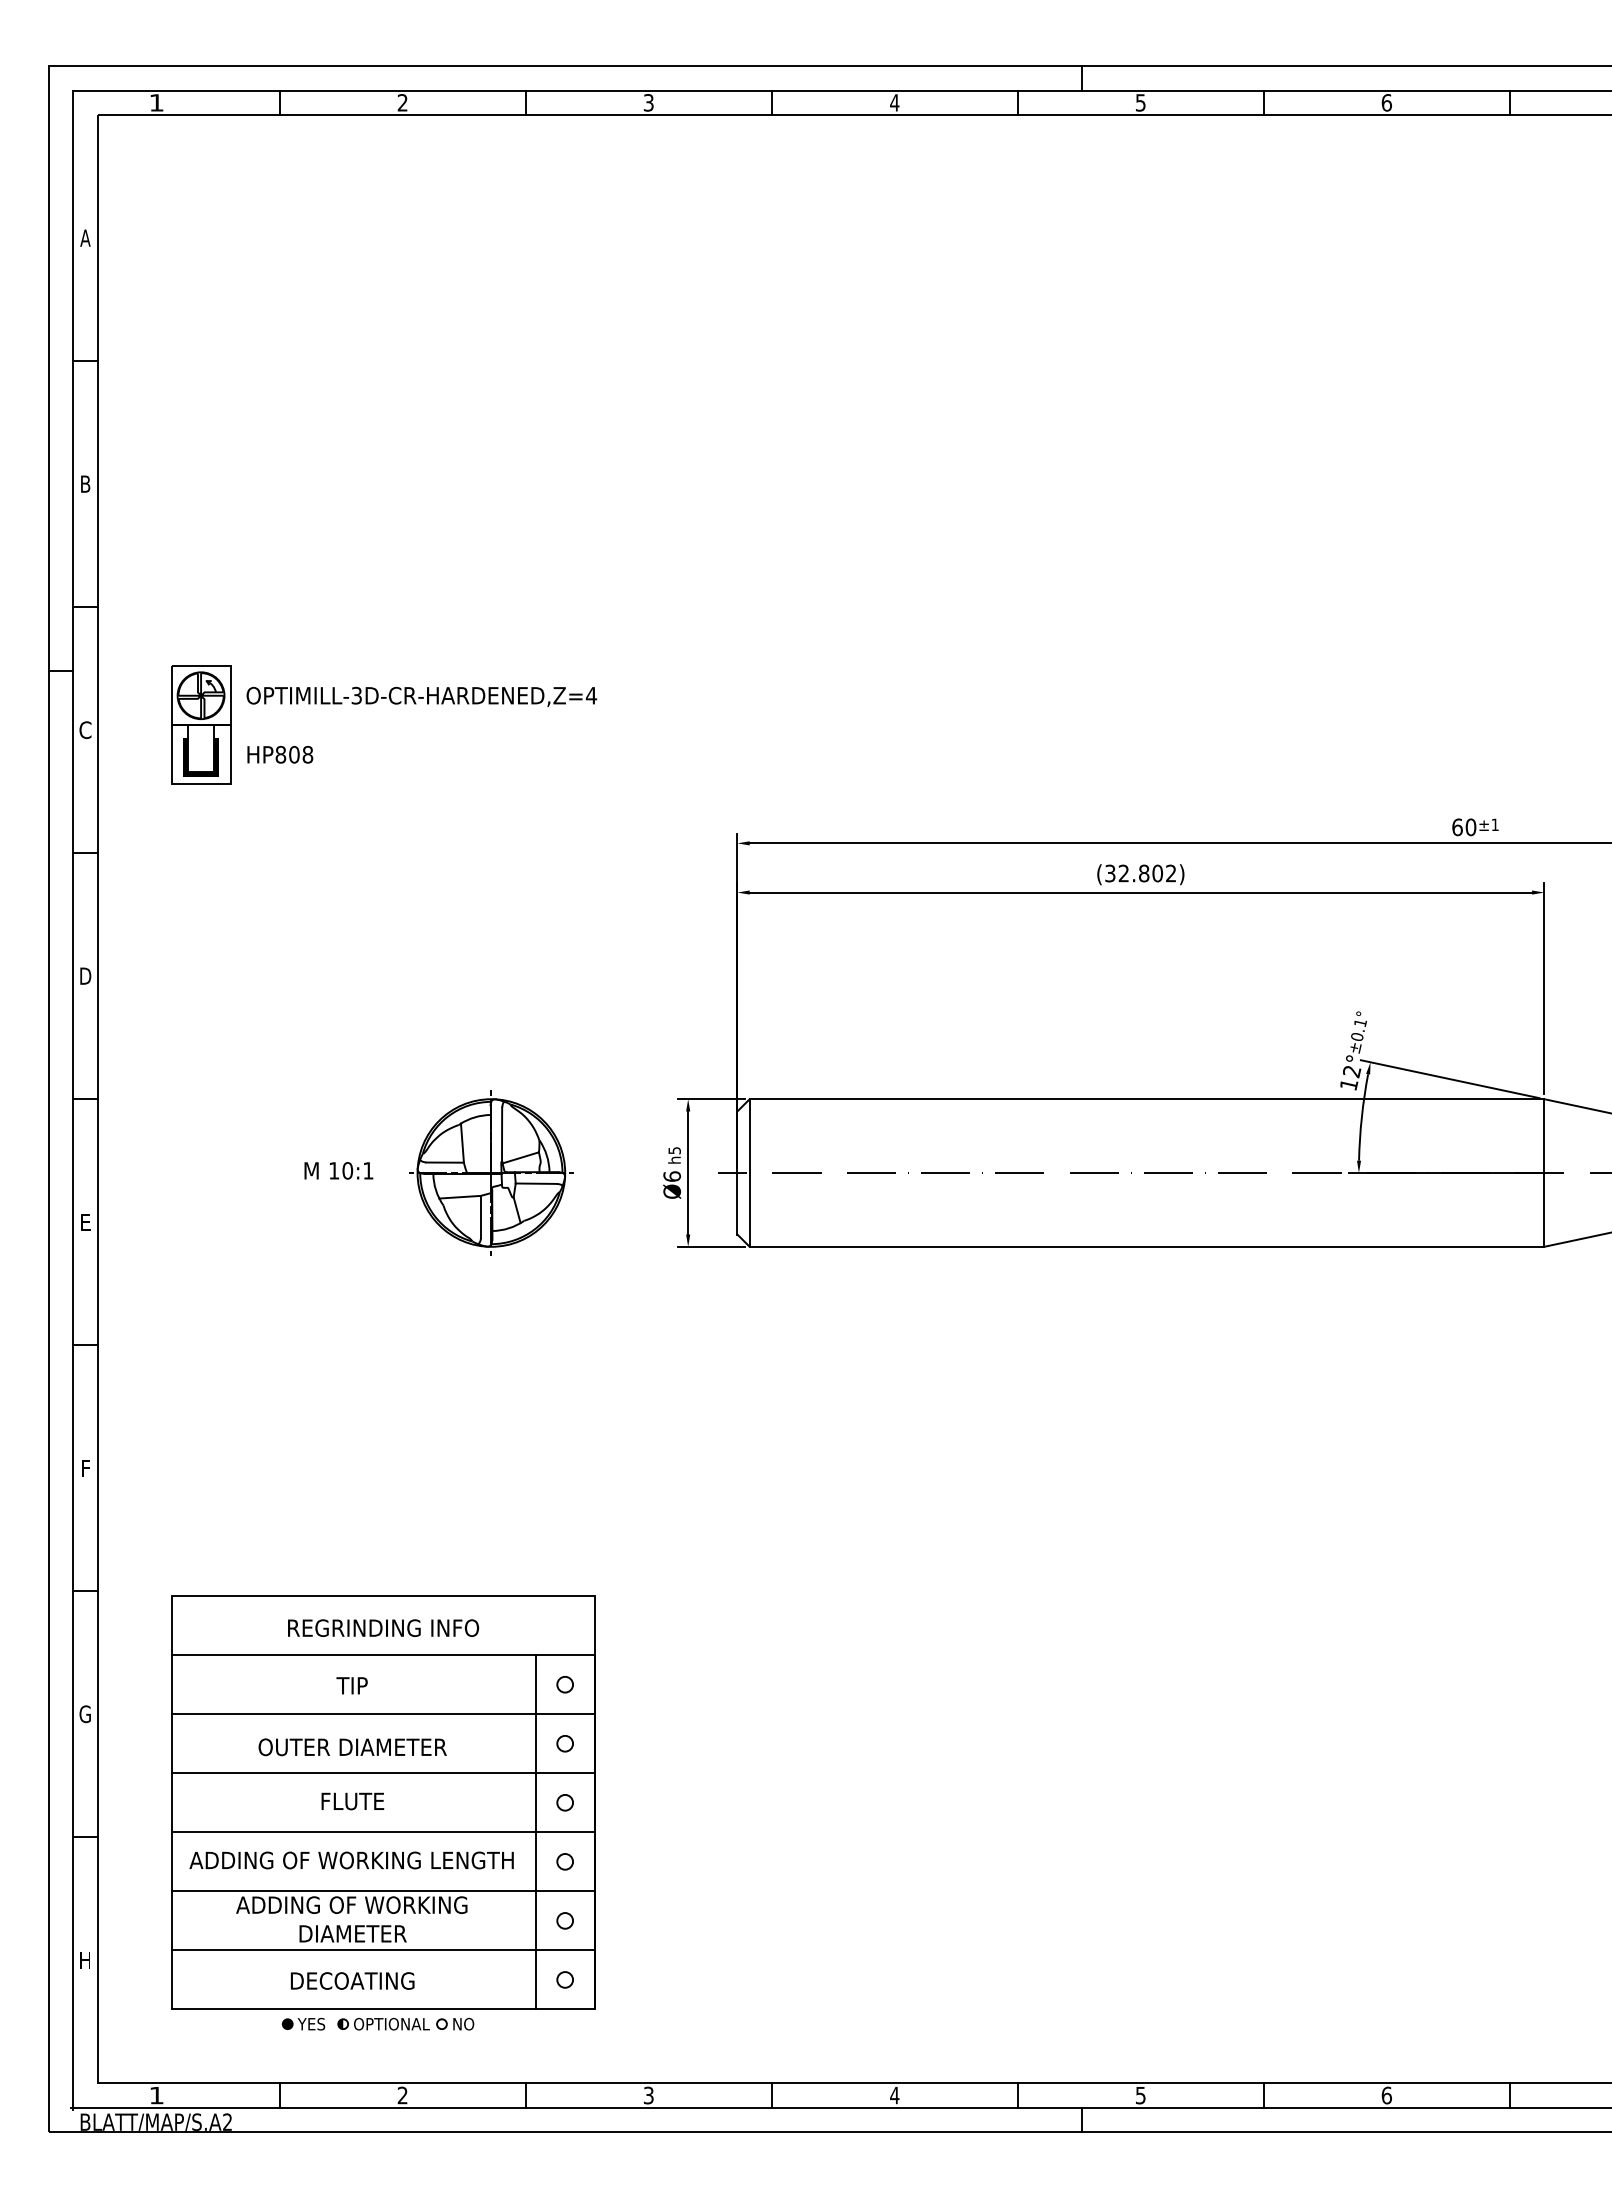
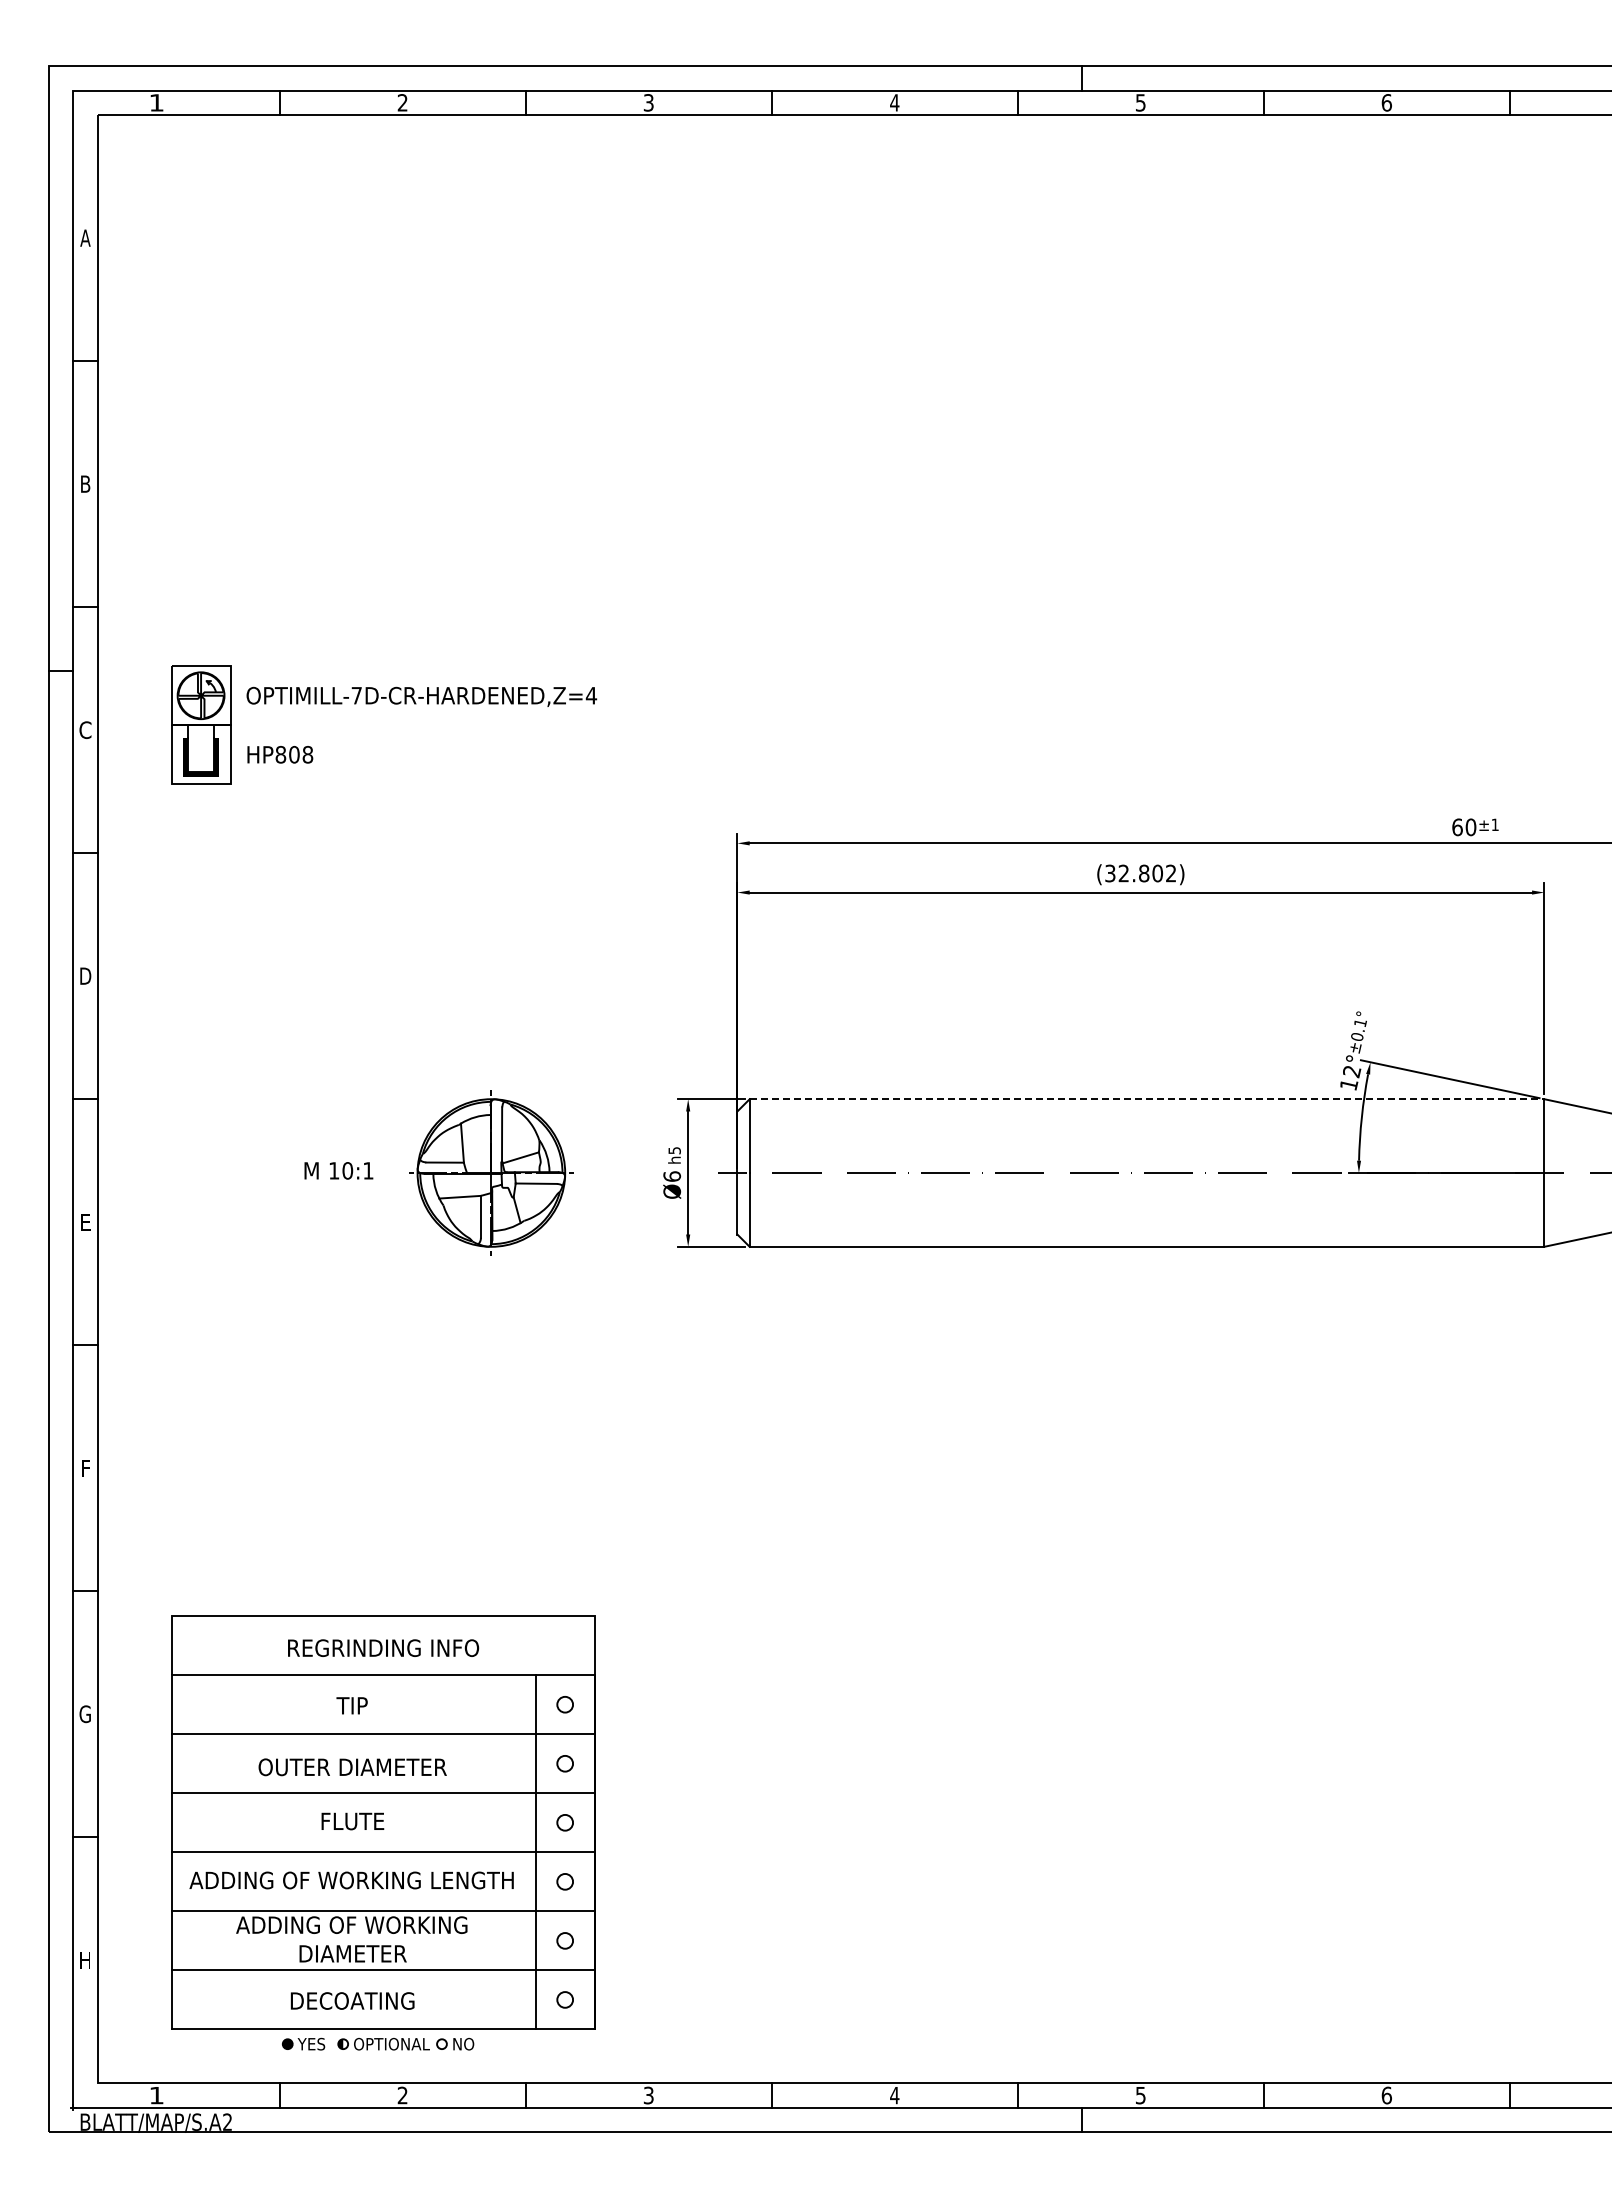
text at (356, 695): OPTIMILL-3D-CR-HARDENED,Z=4 -> OPTIMILL-7D-CR-HARDENED,Z=4
line at (1147, 1099): solid -> dashed
part at (383, 1812) position: (383, 1812) -> (383, 1832)
